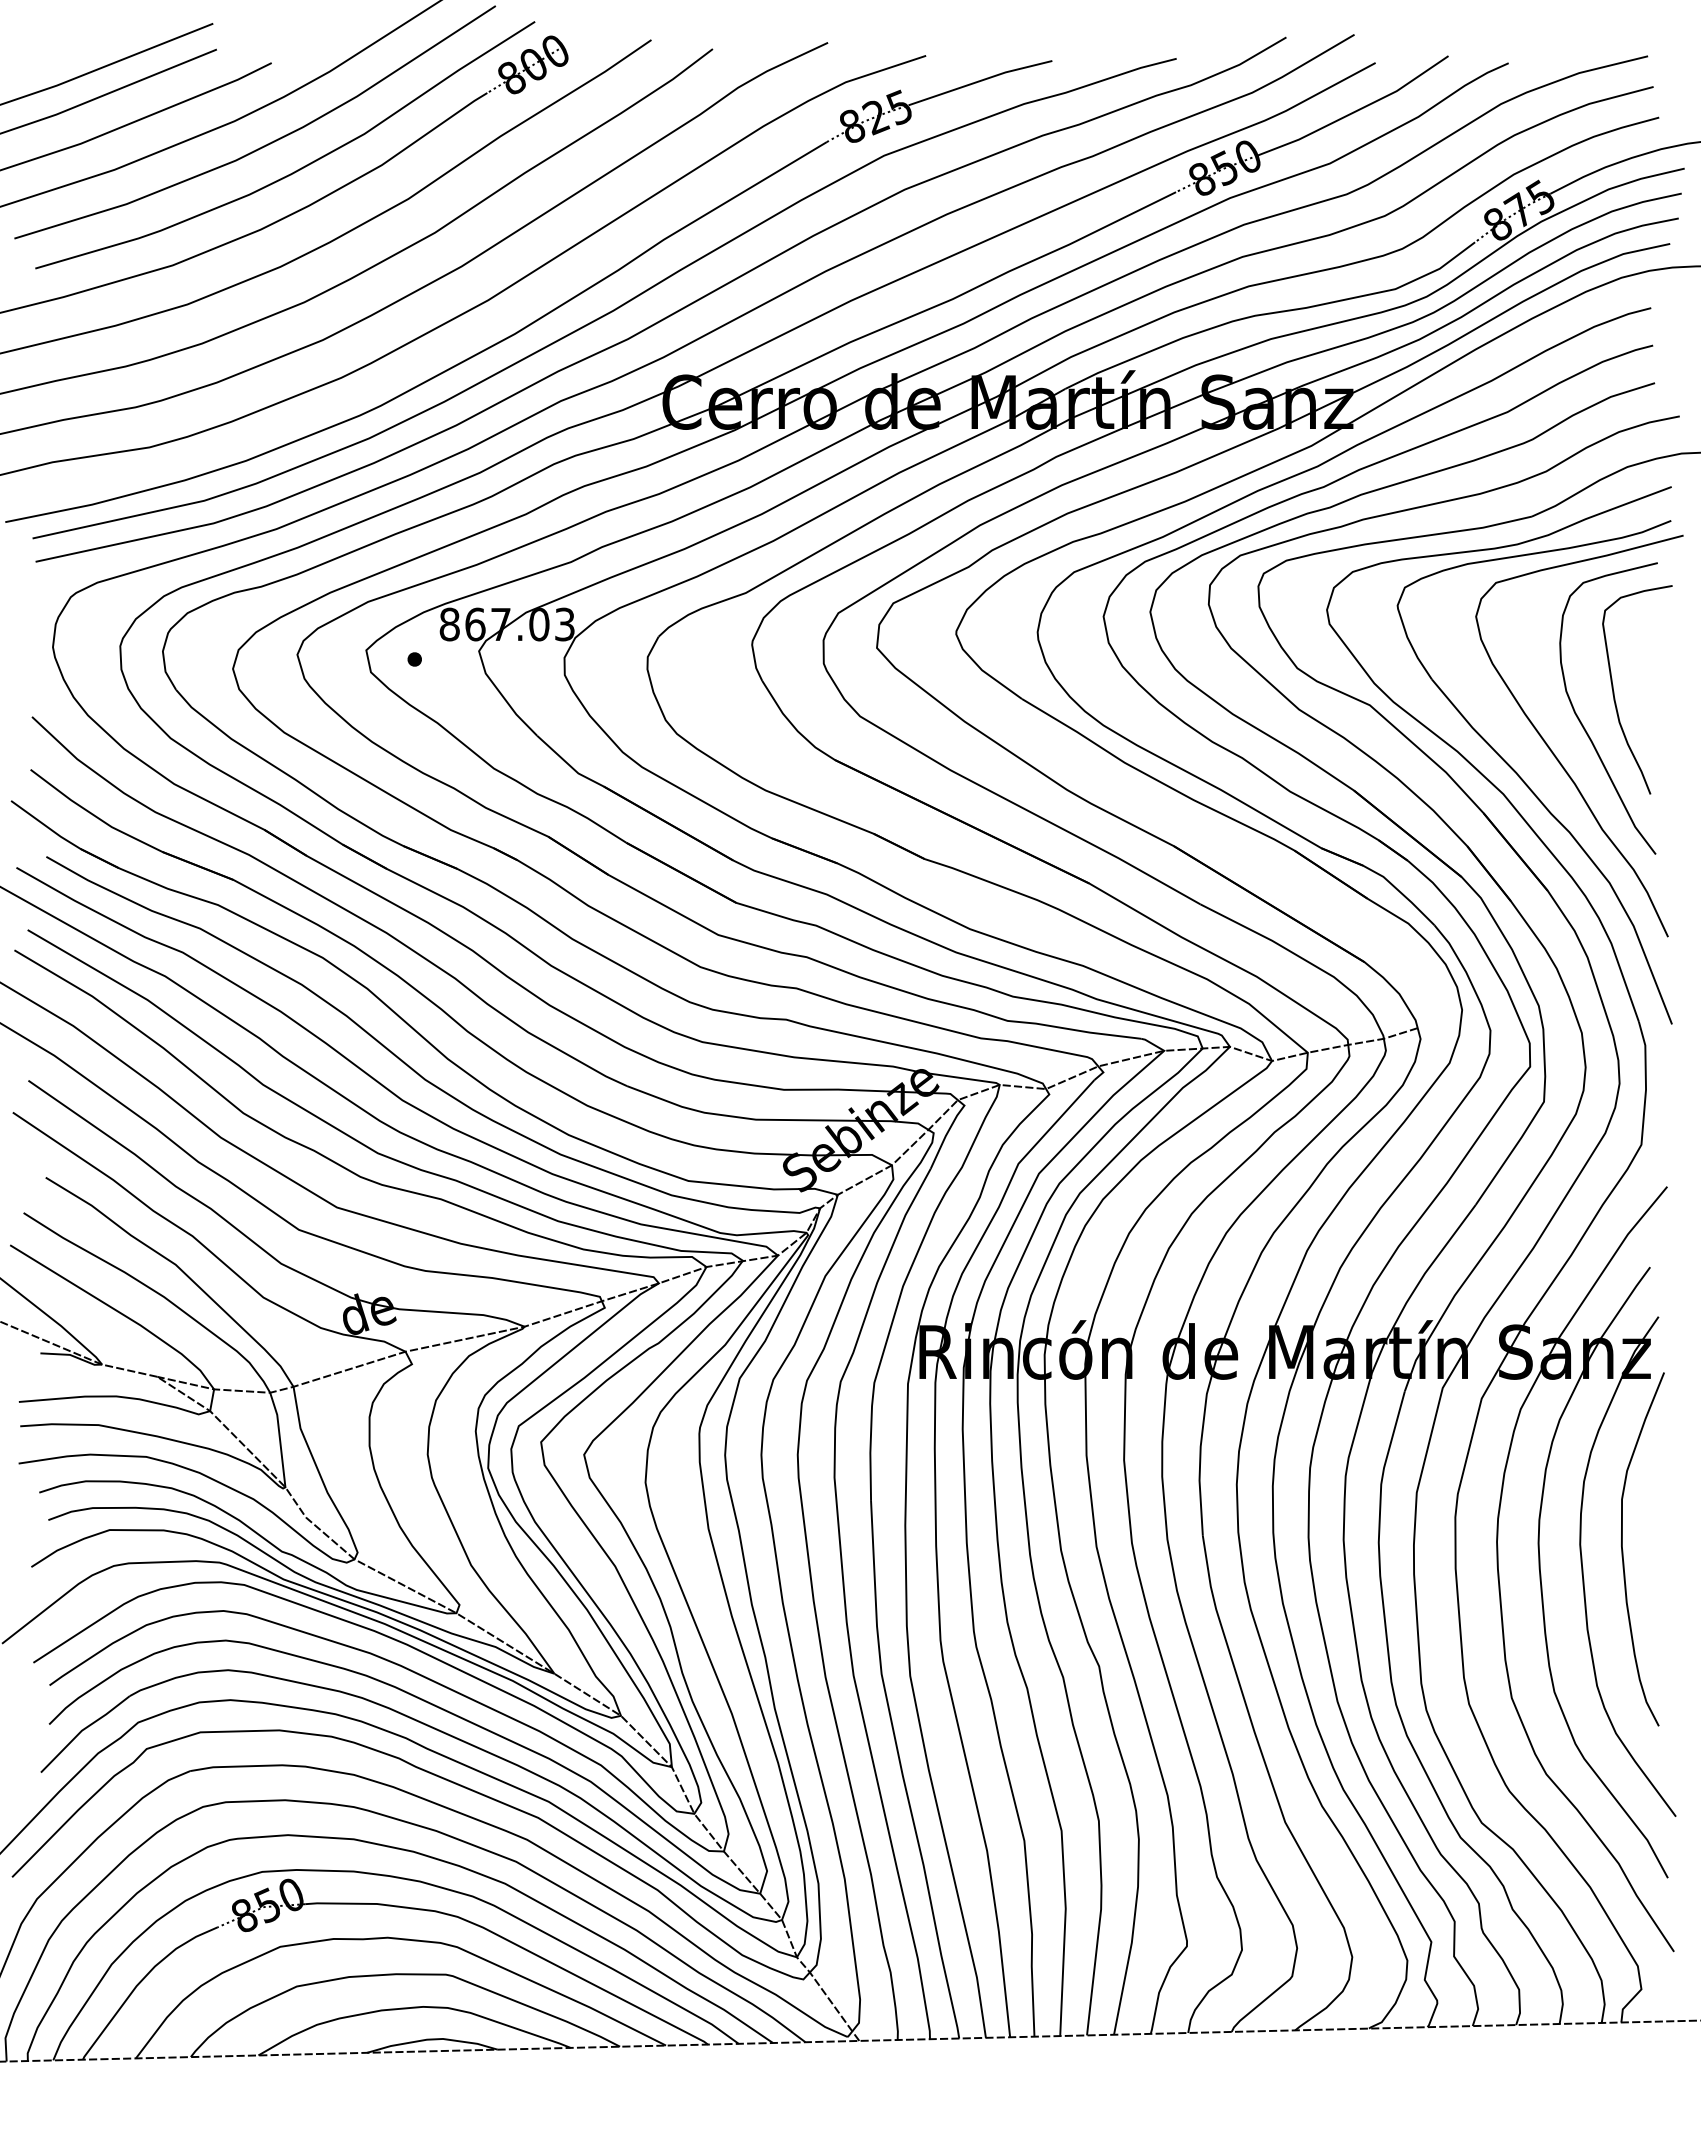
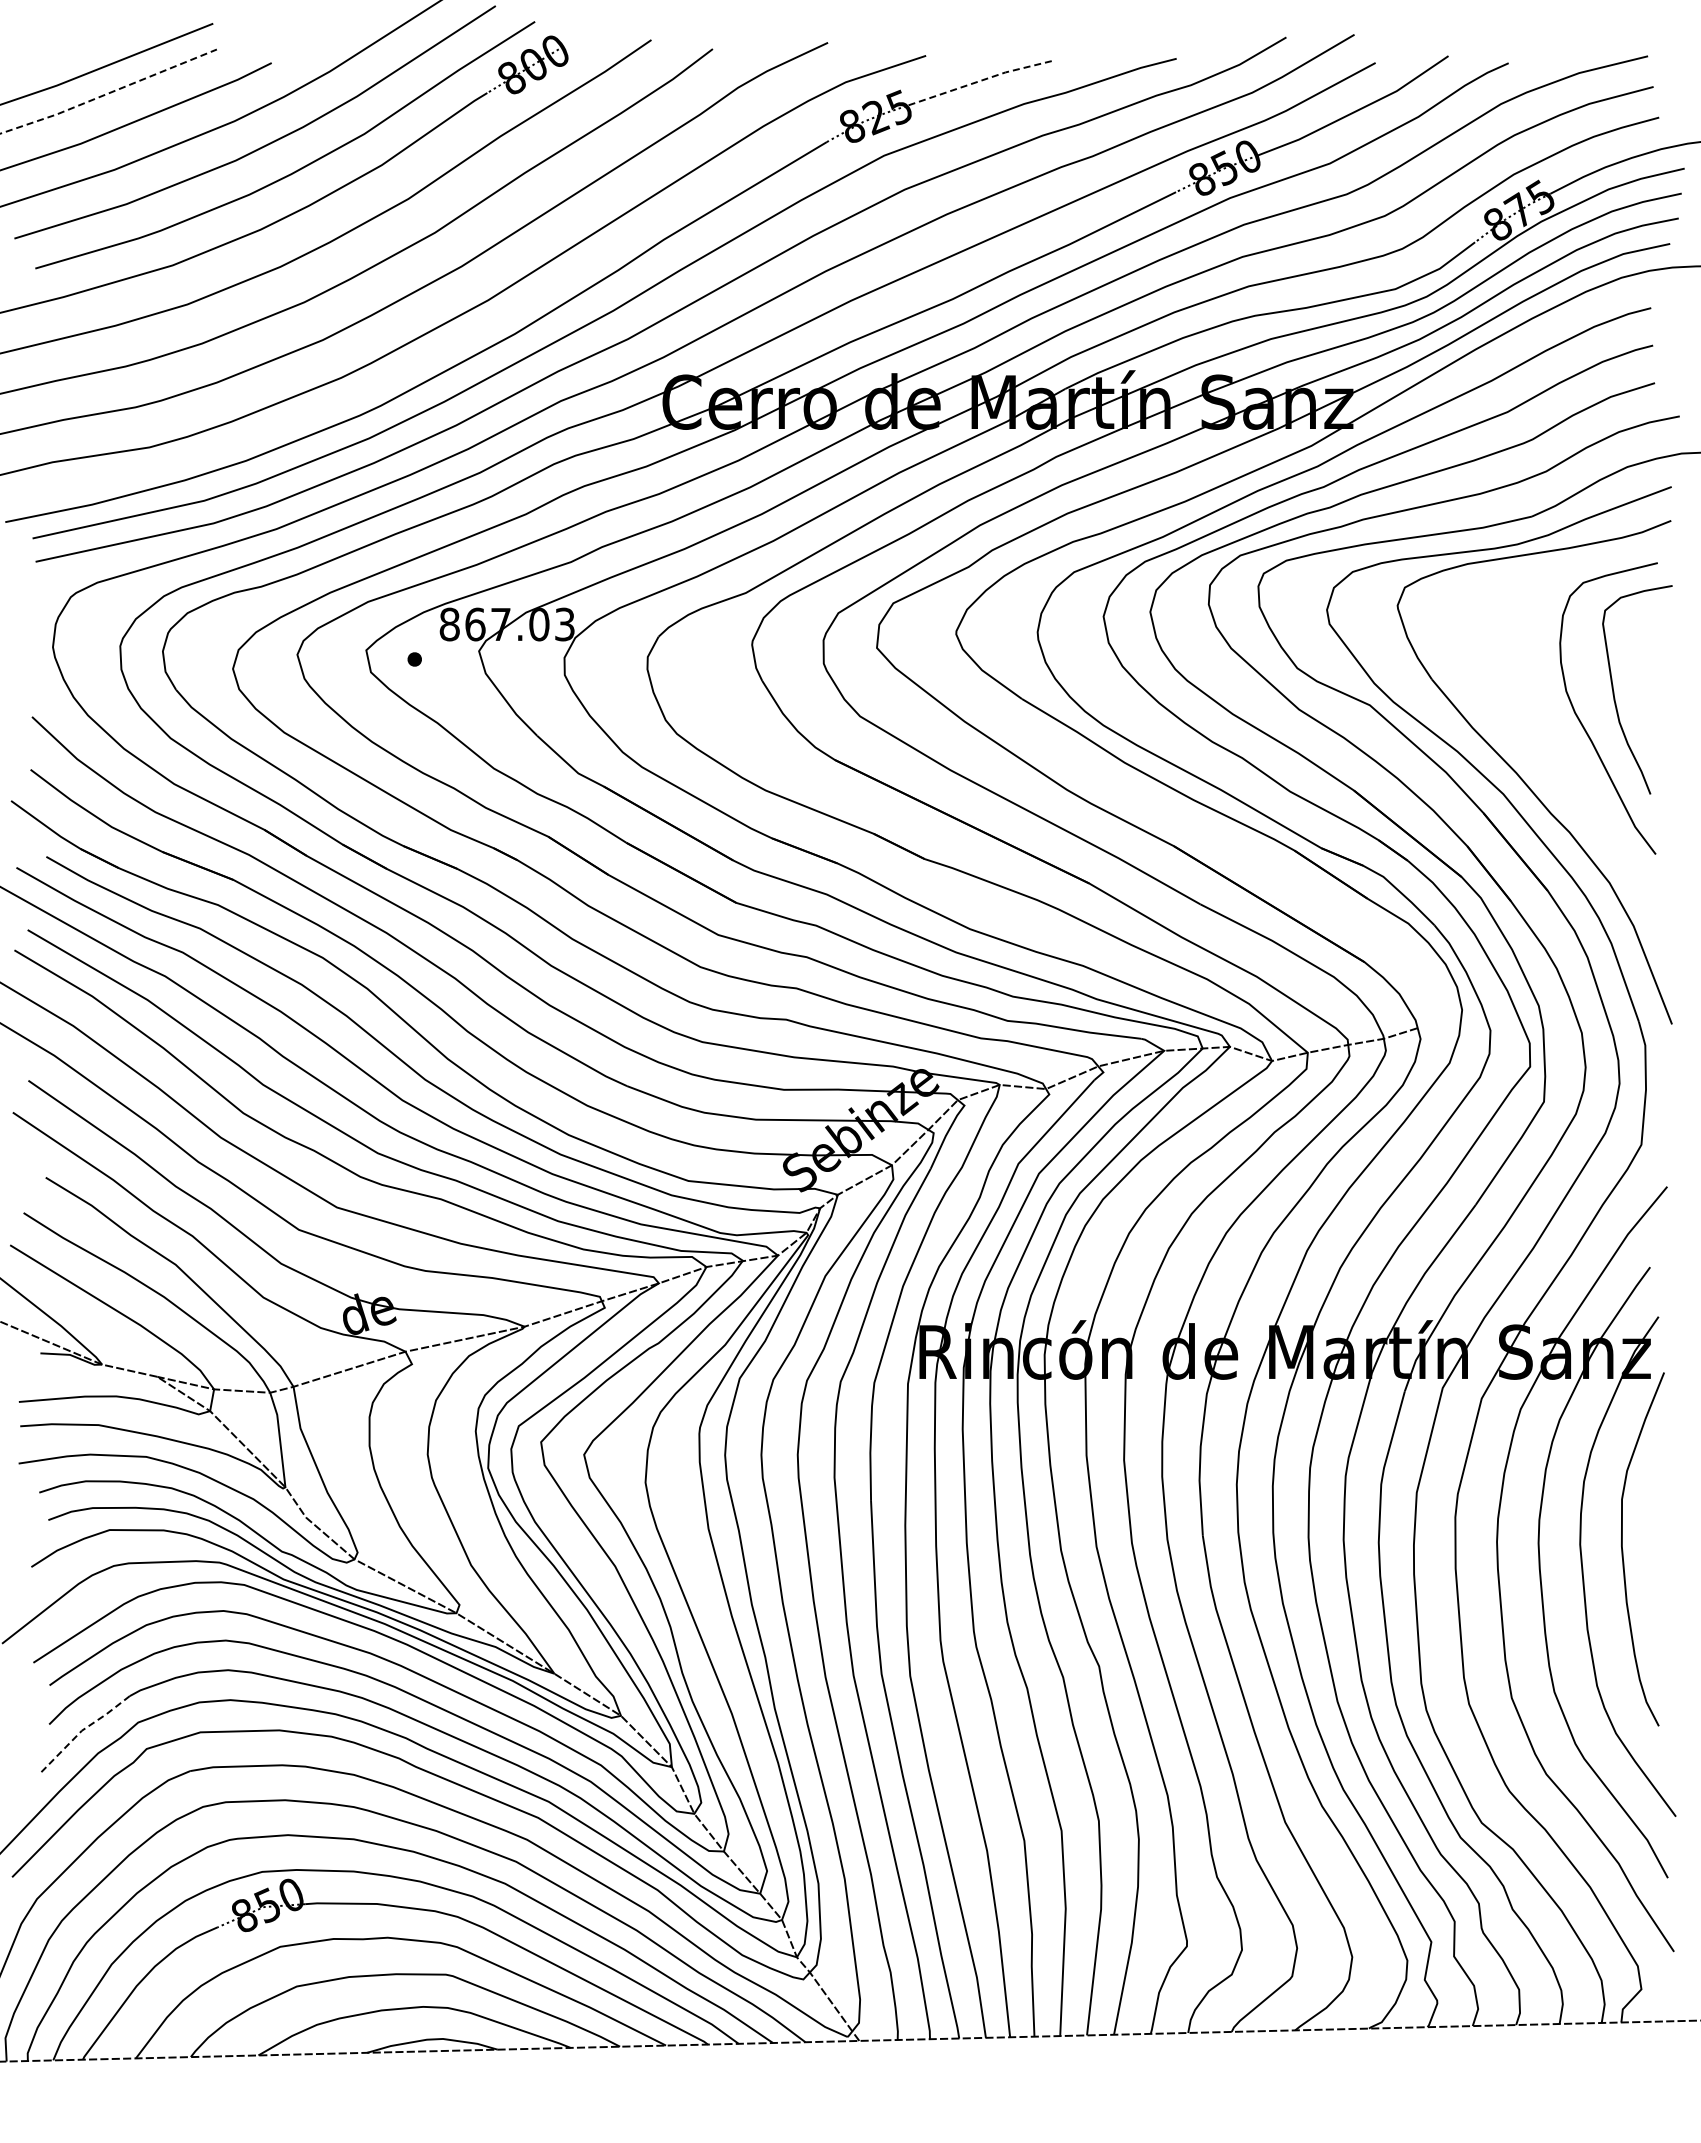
line at (981, 80): solid -> dashed
line at (109, 93): solid -> dashed
curve at (1554, 753): present -> none
line at (81, 1730): solid -> dashed
